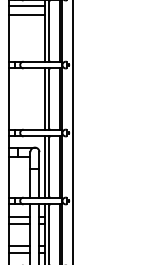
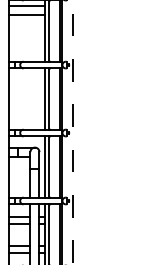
line at (73, 132): solid -> dashed
